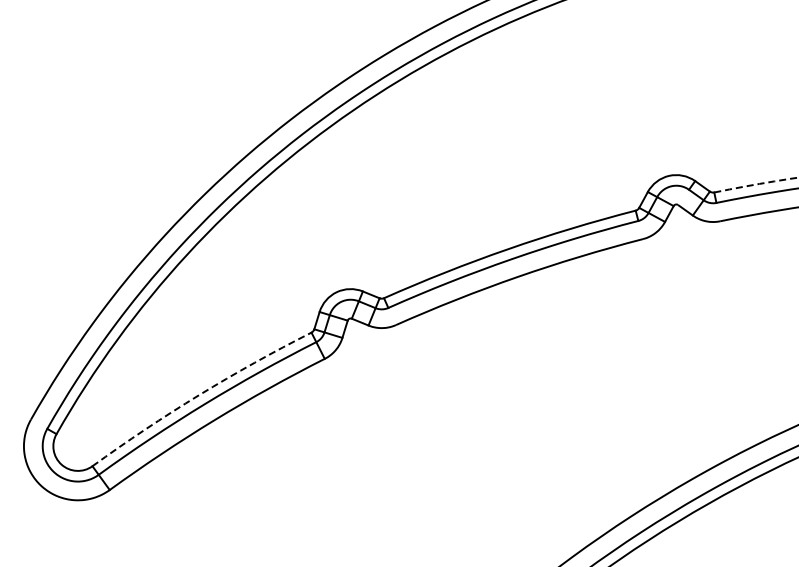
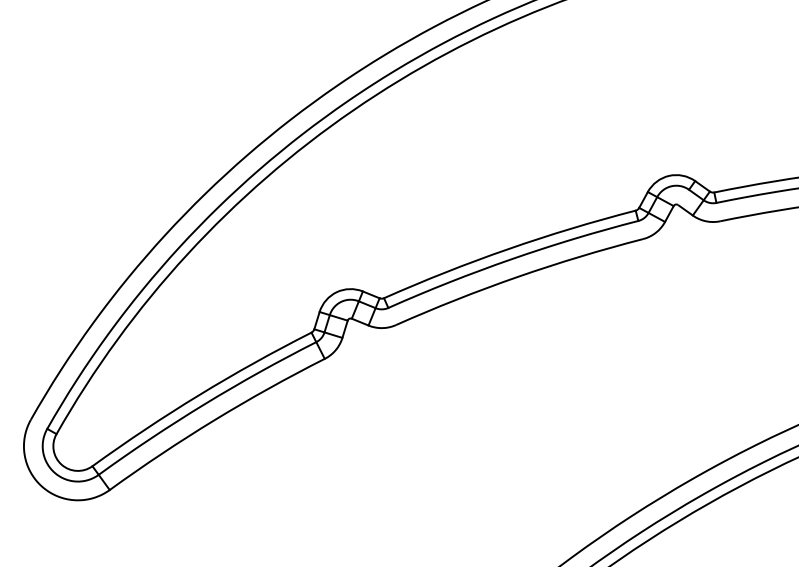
arc at (757, 184): dashed -> solid
arc at (199, 395): dashed -> solid
